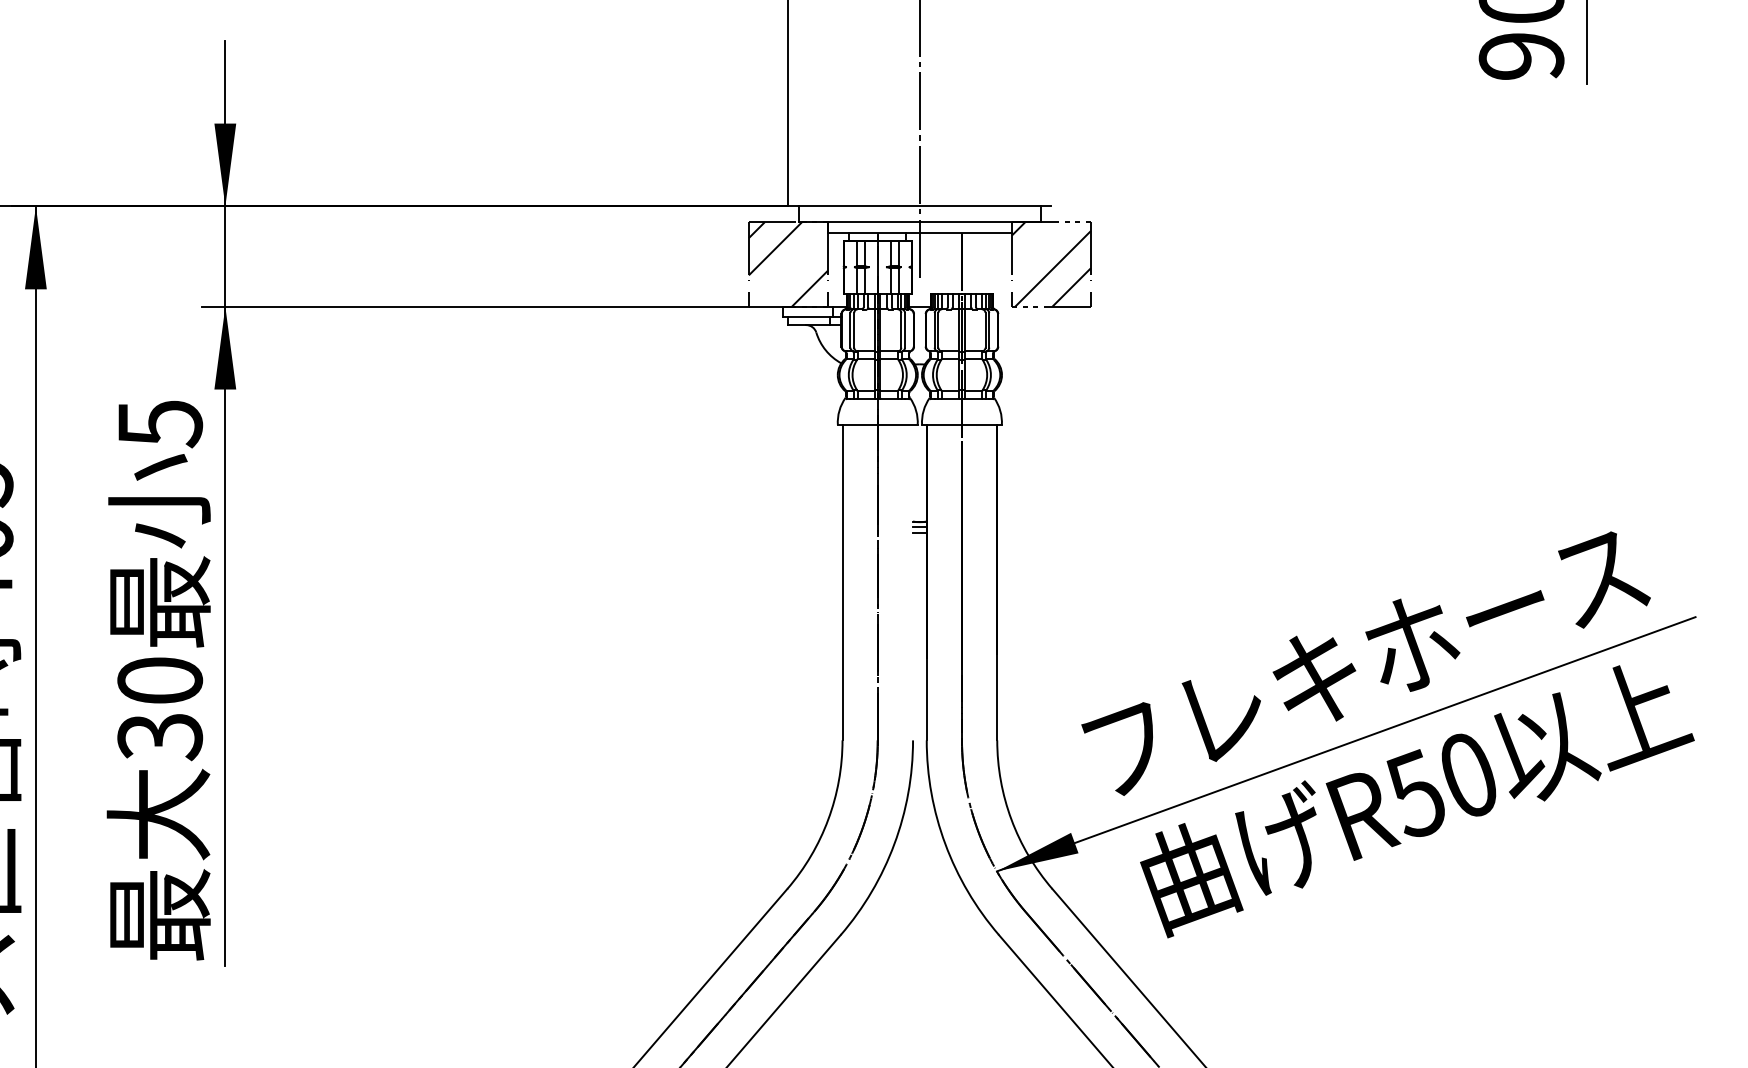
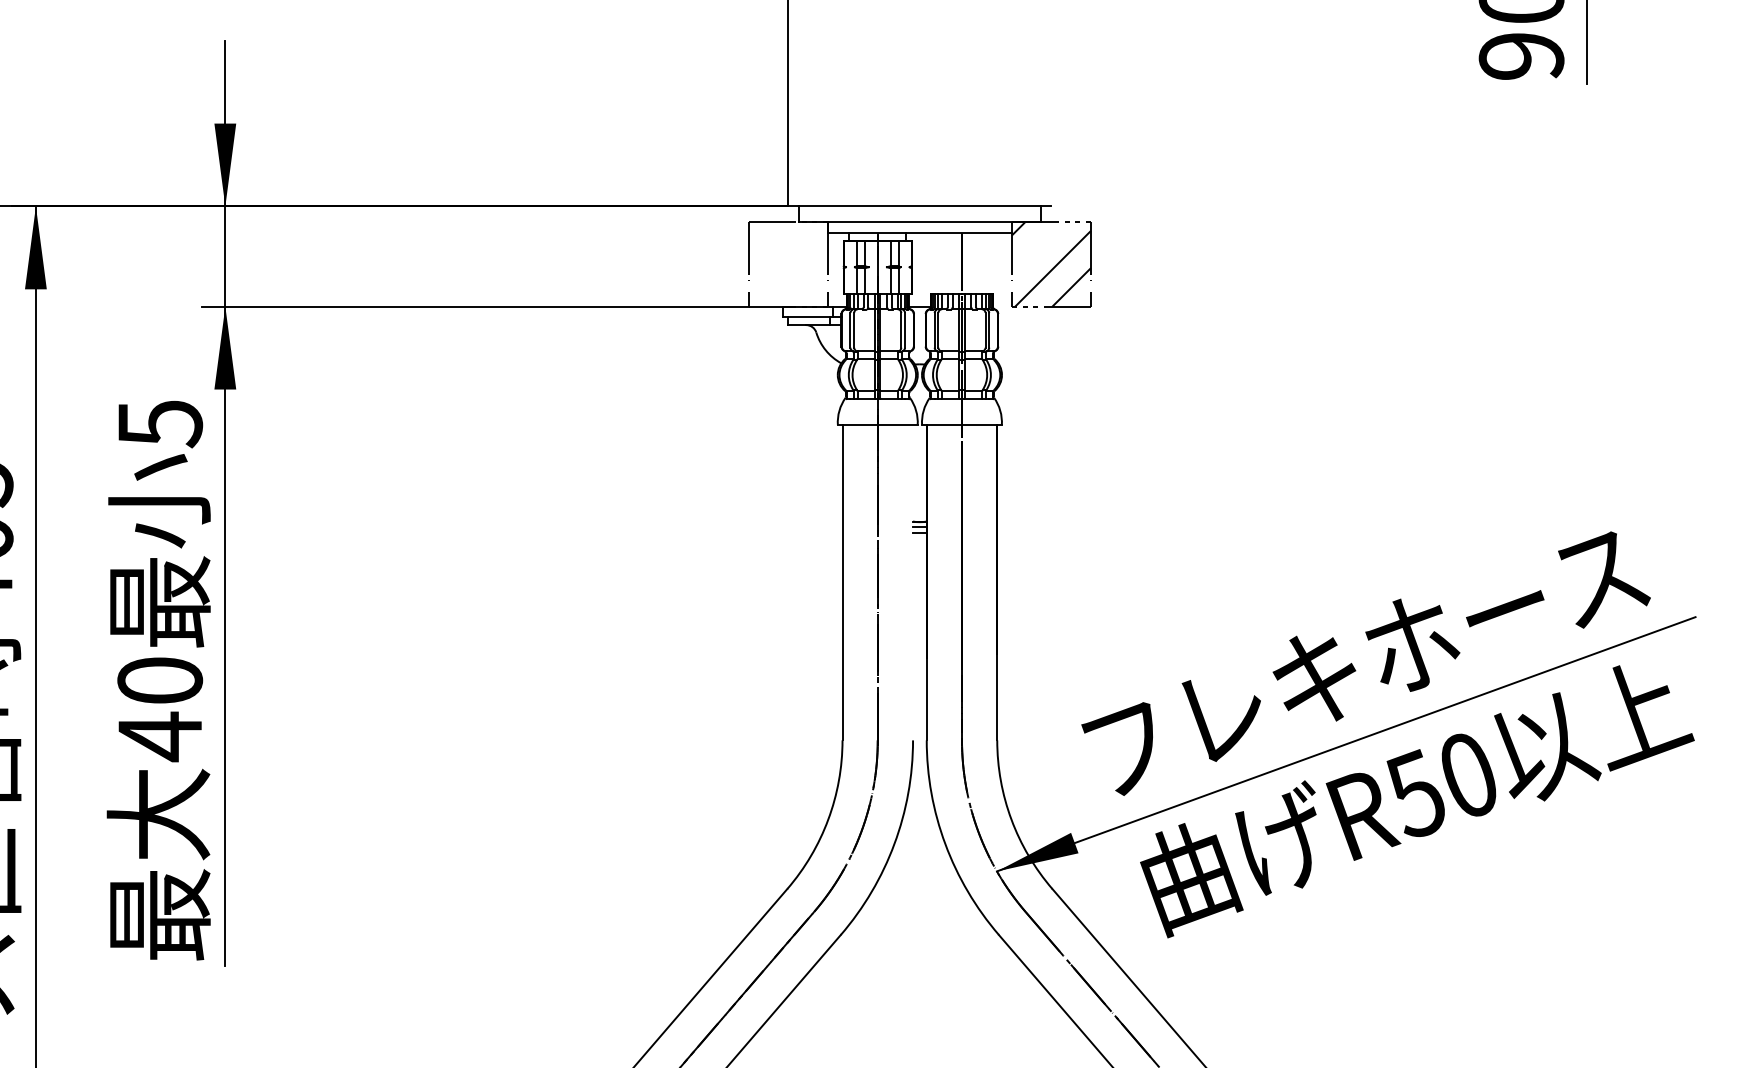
line at (919, 139): present -> none
hatch at (787, 264): present -> none
text at (160, 736): 30 -> 40
